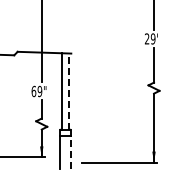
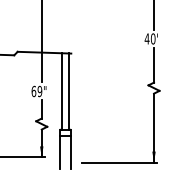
text at (149, 38): 29' -> 40'
line at (68, 91): dashed -> solid
line at (70, 152): dashed -> solid
